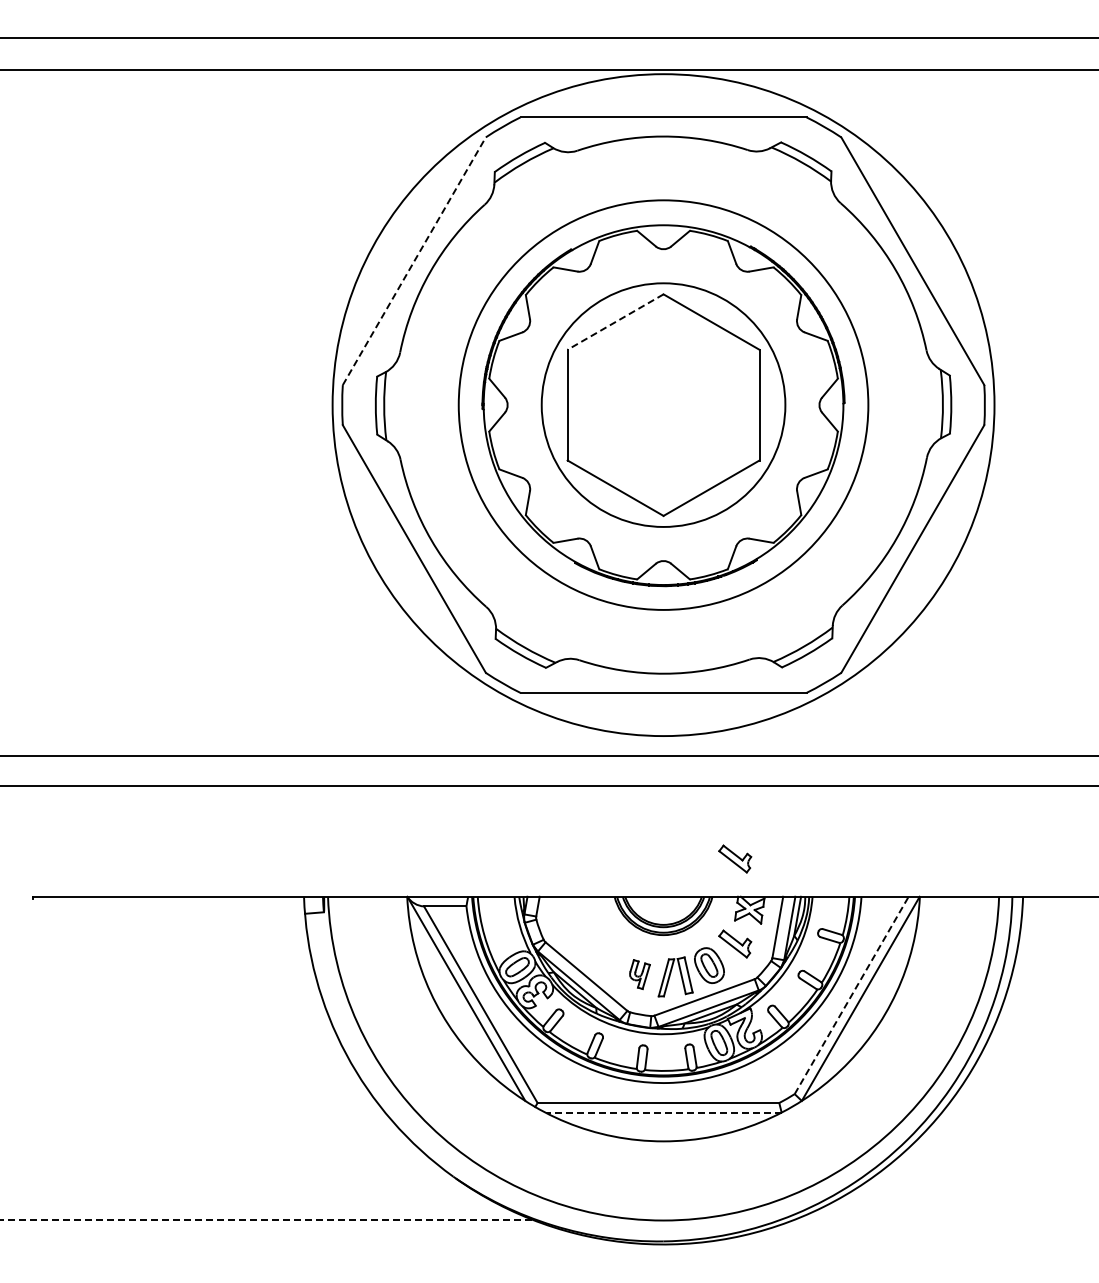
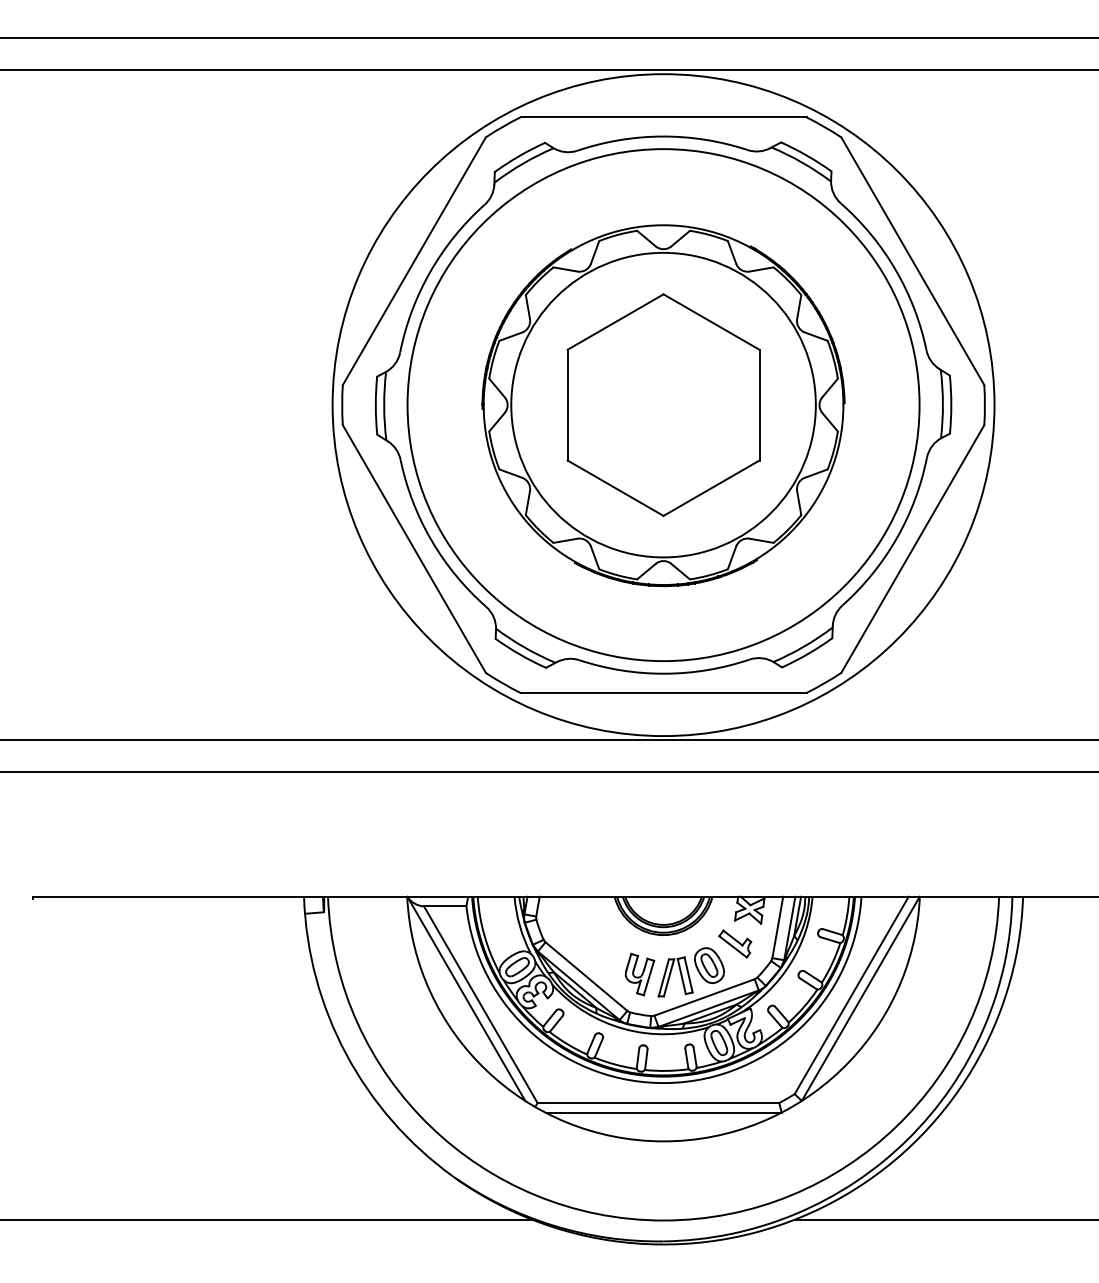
line at (414, 260): dashed -> solid
line at (615, 322): dashed -> solid
circle at (663, 404) diameter: 244 px -> 305 px
circle at (663, 404) diameter: 410 px -> 512 px
line at (548, 755) position: (548, 755) -> (548, 739)
line at (548, 785) position: (548, 785) -> (548, 771)
part at (735, 858): present -> none
part at (639, 974) size: 22x32 px -> 32x45 px
line at (851, 995): dashed -> solid
line at (663, 1112): dashed -> solid
line at (266, 1219): dashed -> solid
line at (945, 1219): none -> present
